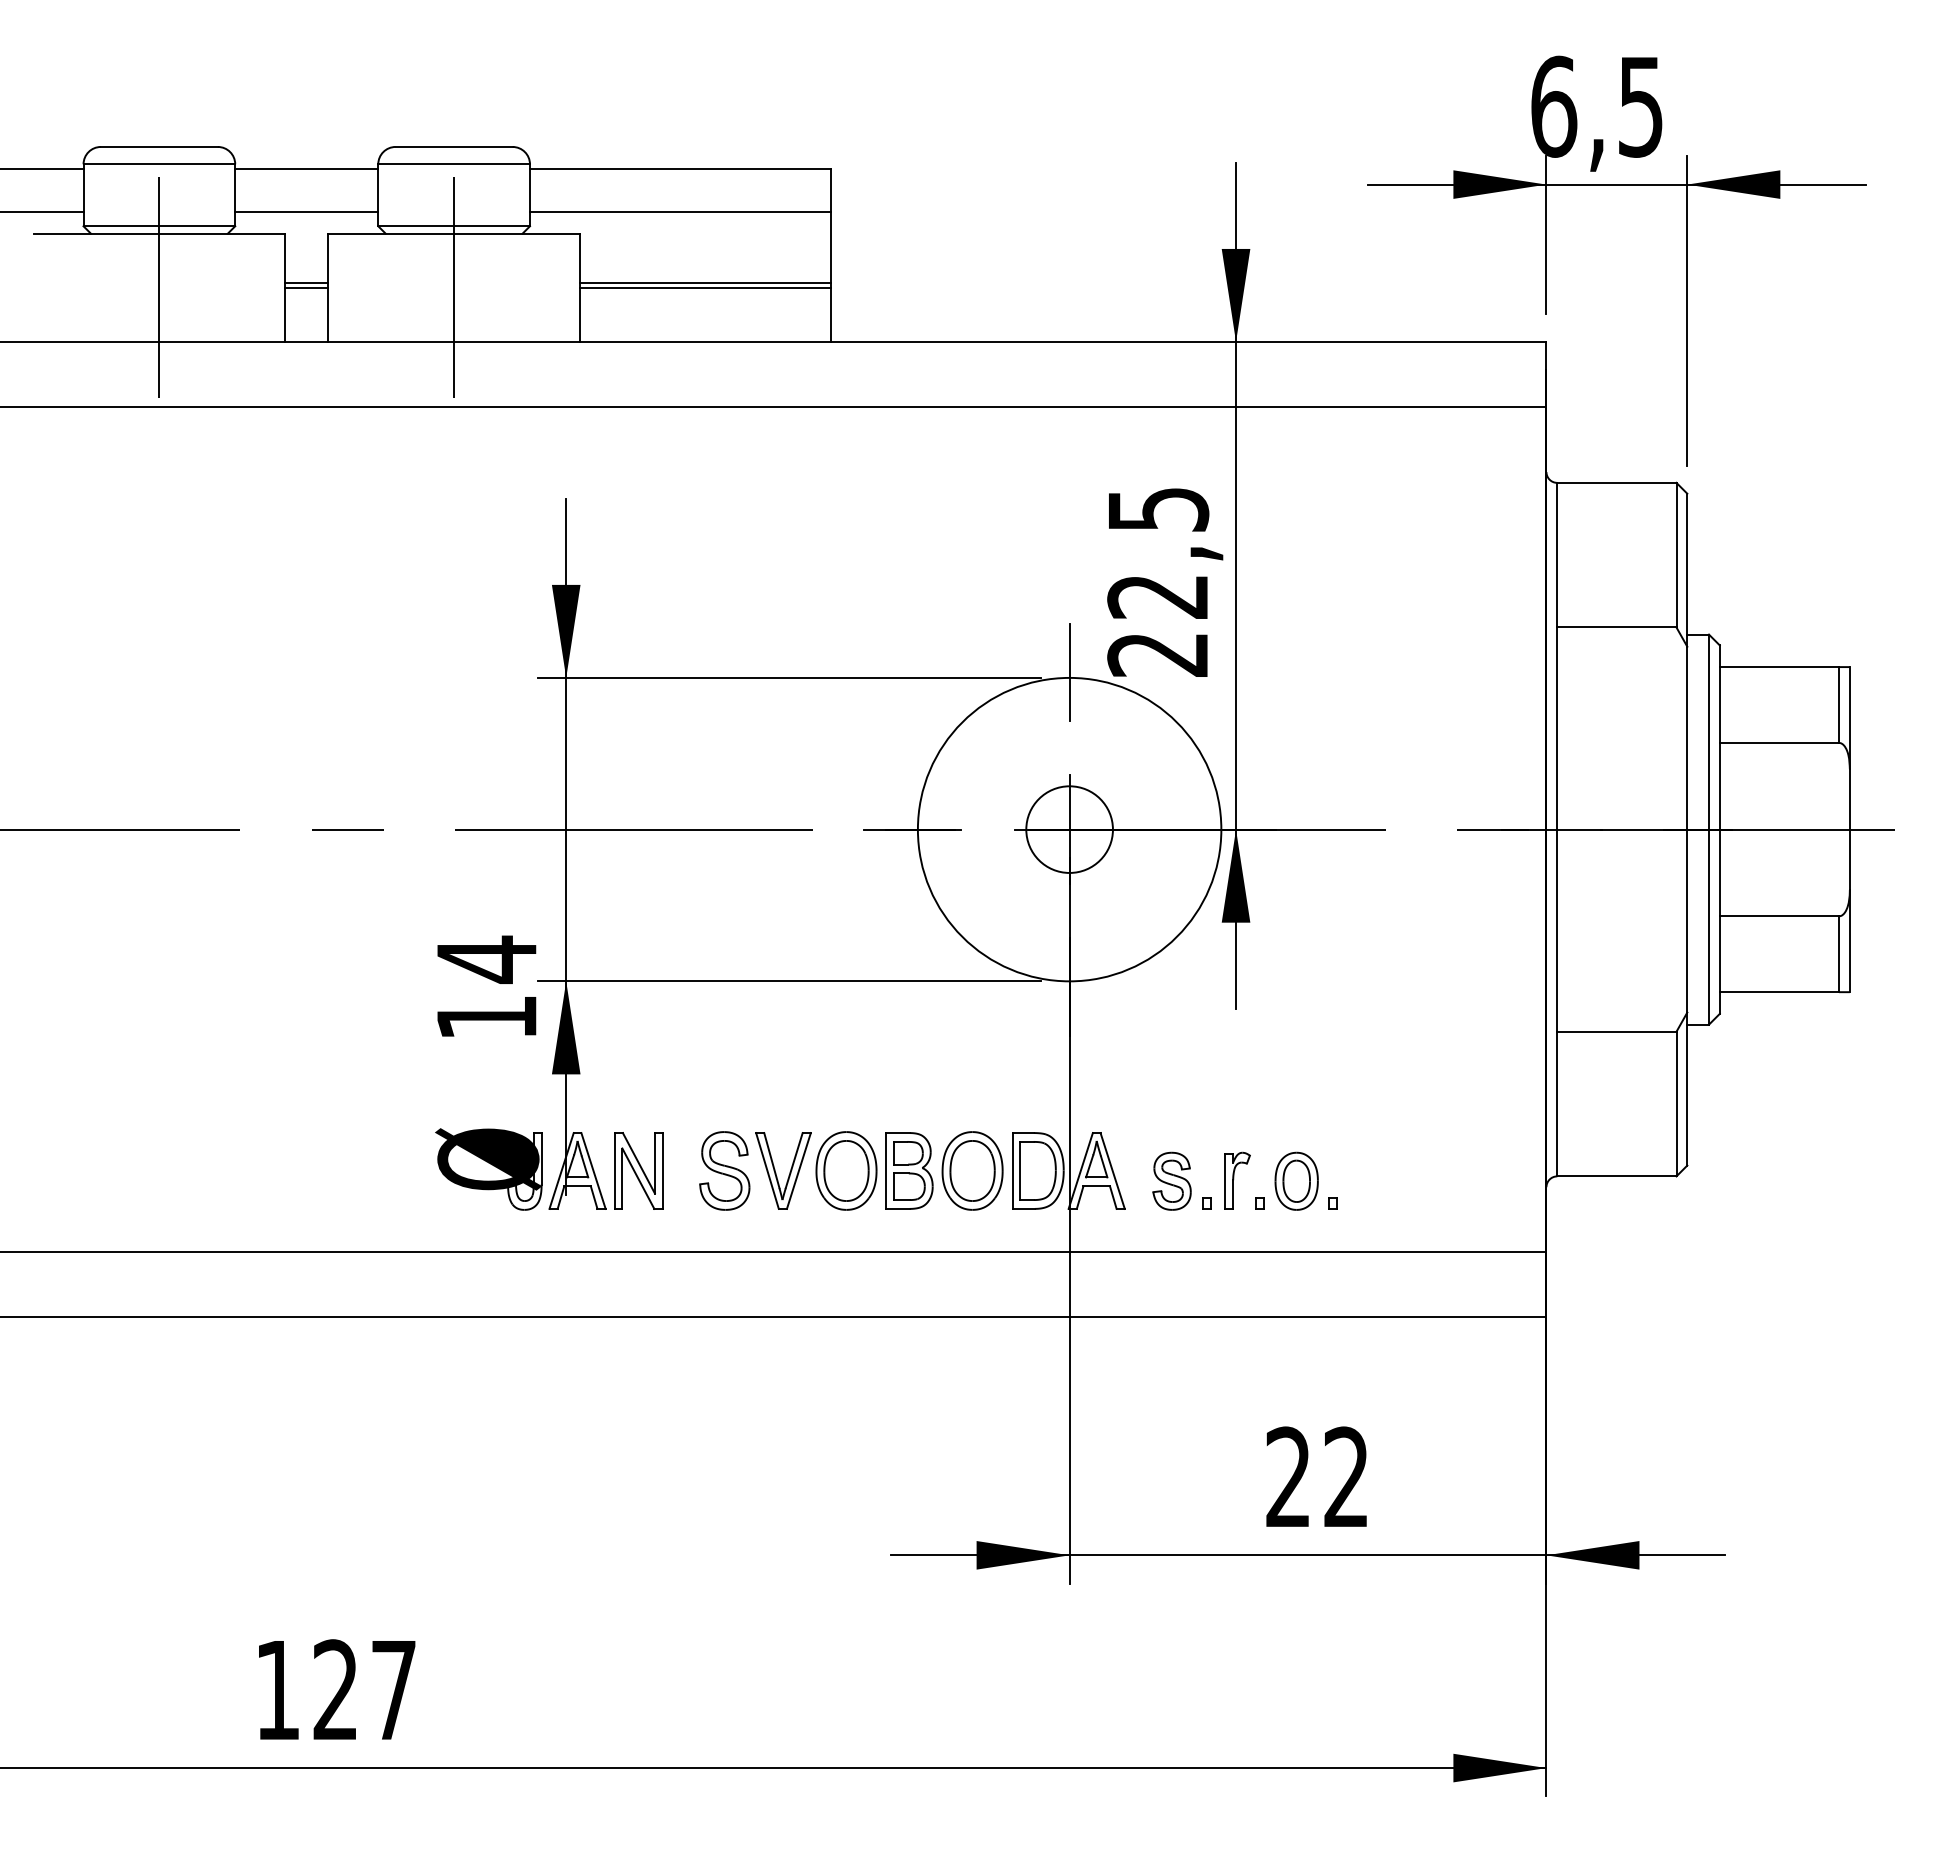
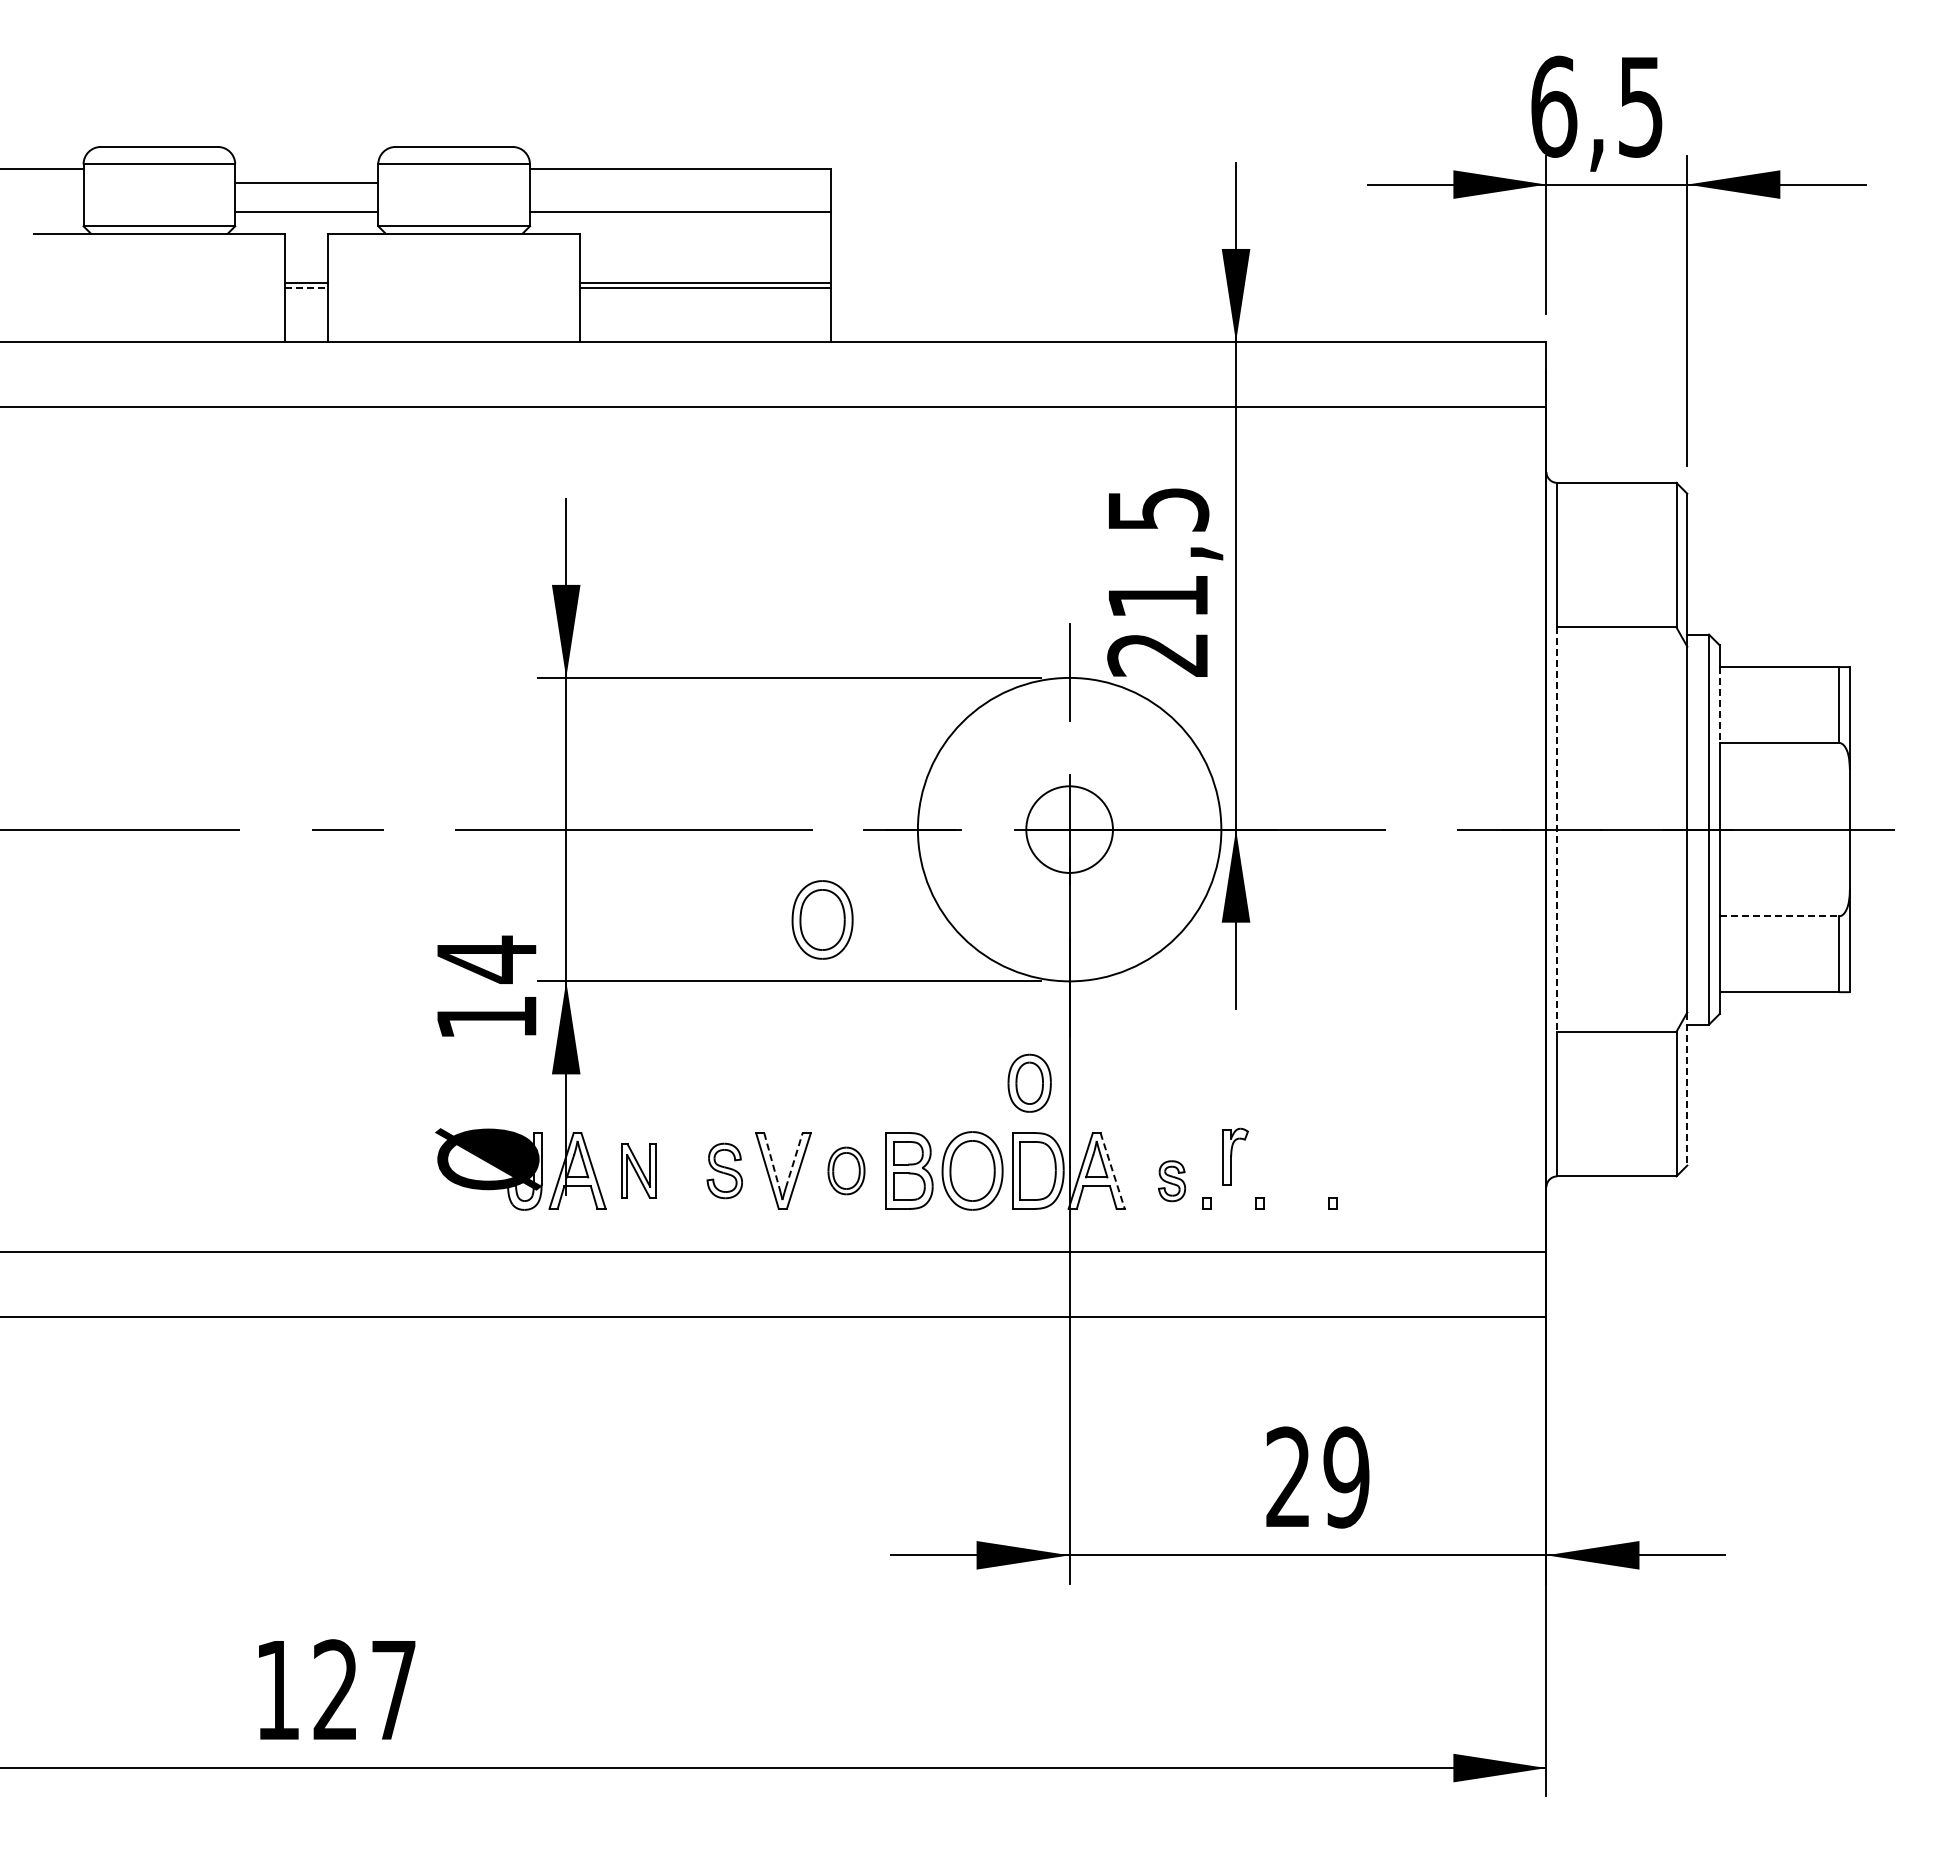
line at (306, 168) position: (306, 168) -> (306, 182)
line at (42, 211): present -> none
line at (159, 287): present -> none
line at (306, 287): solid -> dashed
line at (454, 287): present -> none
text at (1157, 597): 22,5 -> 21,5
line at (1719, 705): solid -> dashed
line at (1557, 830): solid -> dashed
line at (1779, 916): solid -> dashed
part at (822, 919): none -> present
line at (1687, 1089): solid -> dashed
line at (771, 1160): solid -> dashed
line at (794, 1160): solid -> dashed
part at (638, 1170) size: 50x78 px -> 36x56 px
part at (724, 1170) size: 52x80 px -> 37x58 px
part at (846, 1170) size: 63x80 px -> 39x50 px
line at (1112, 1170): solid -> dashed
part at (1171, 1180) size: 40x60 px -> 29x43 px
part at (1237, 1180) position: (1237, 1180) -> (1235, 1156)
part at (1296, 1180) position: (1296, 1180) -> (1029, 1082)
text at (1346, 1477): 22 -> 29
